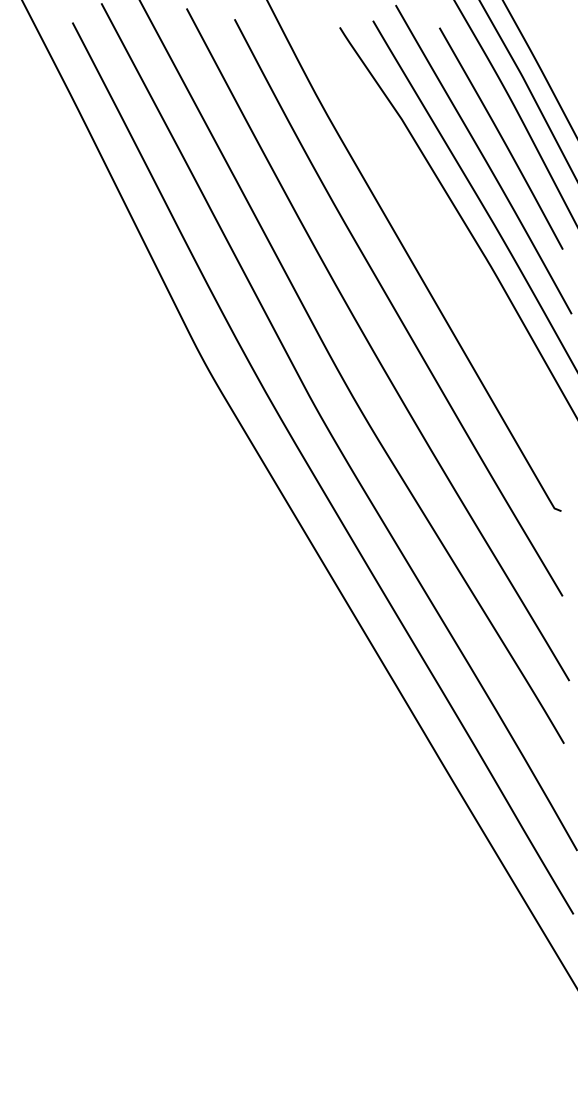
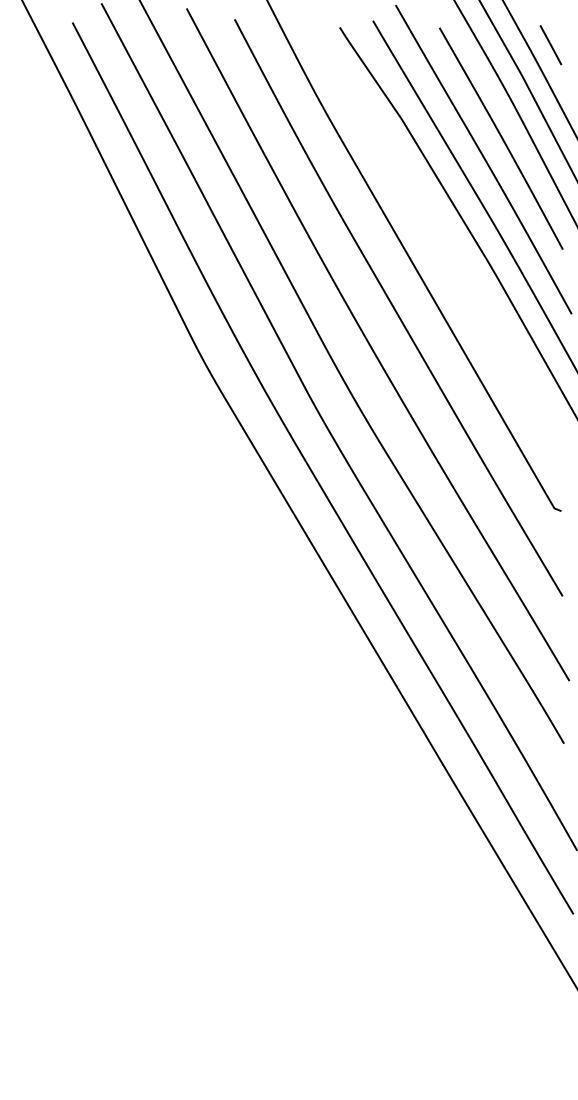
line at (550, 45): none -> present
